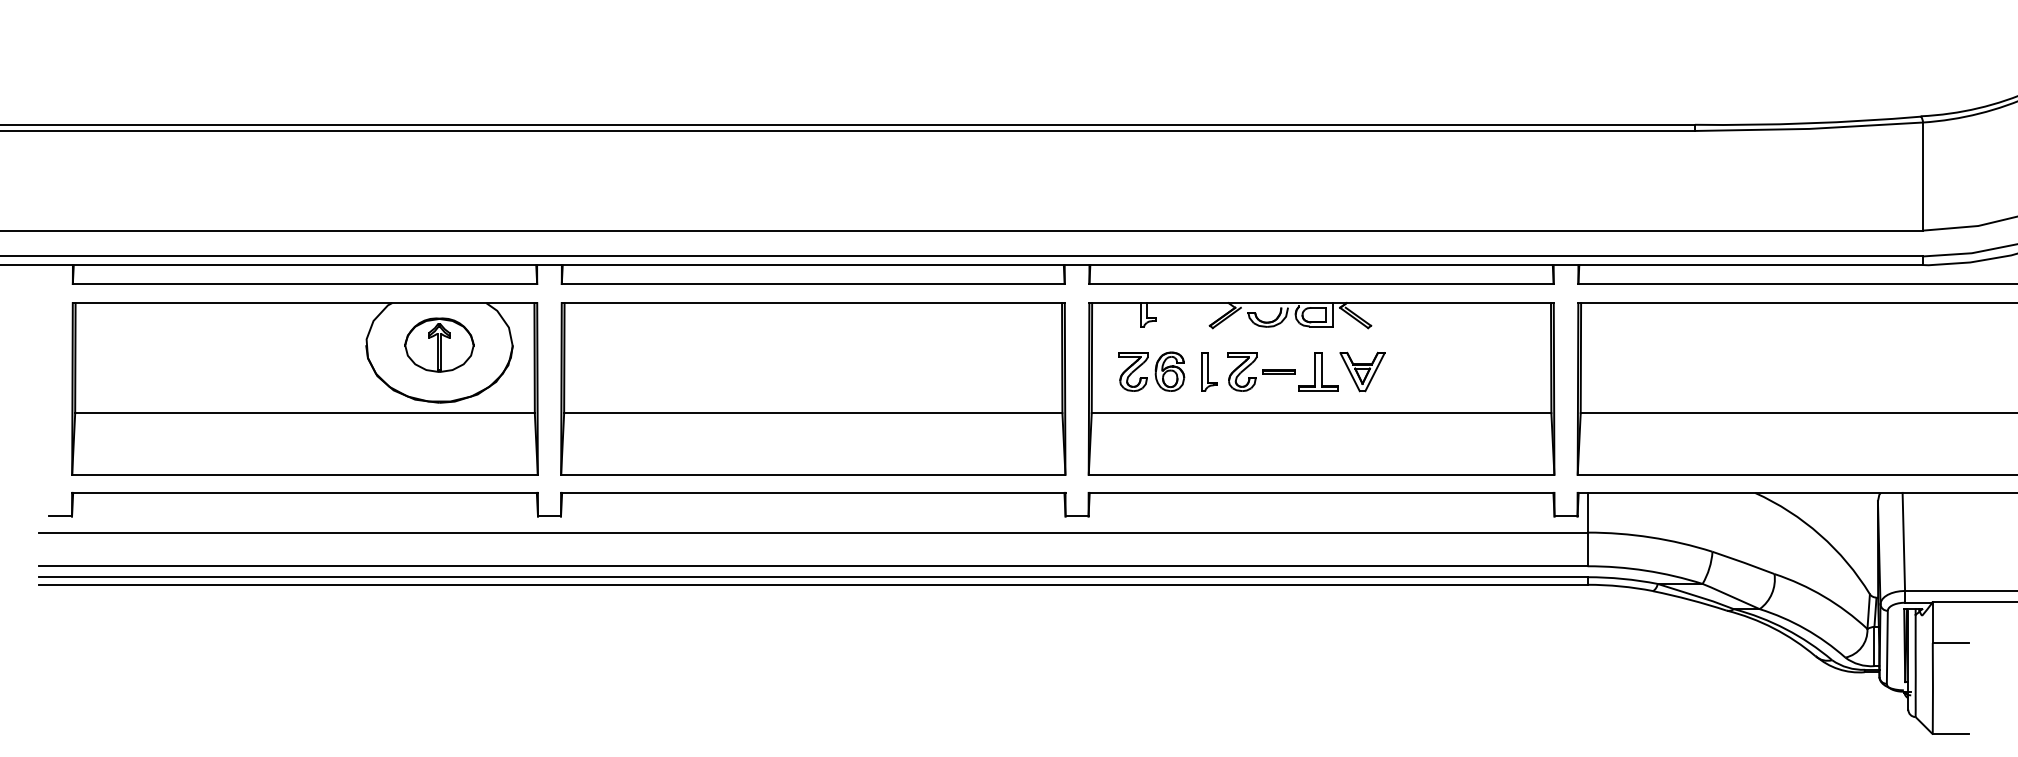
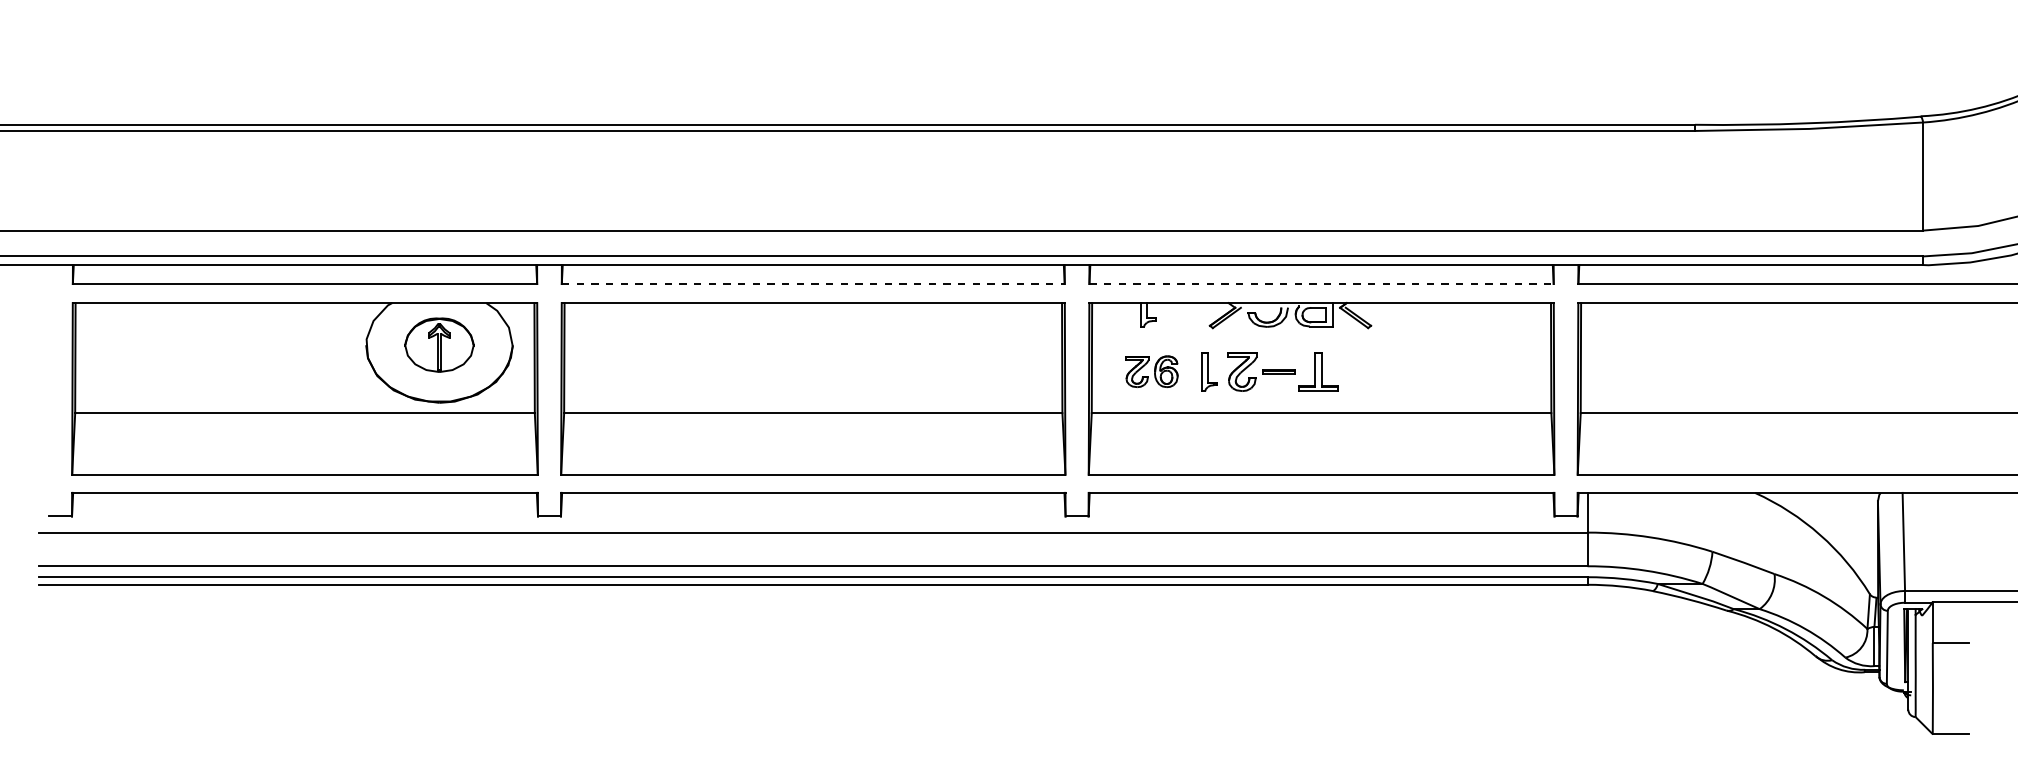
line at (813, 284): solid -> dashed
line at (1322, 284): solid -> dashed
part at (1151, 371) size: 68x41 px -> 54x33 px
part at (1362, 371): present -> none
